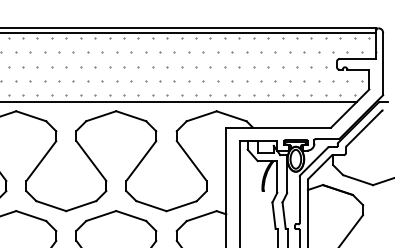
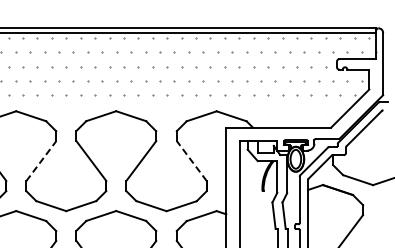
line at (179, 102): present -> none
line at (41, 161): solid -> dashed
line at (191, 161): solid -> dashed
